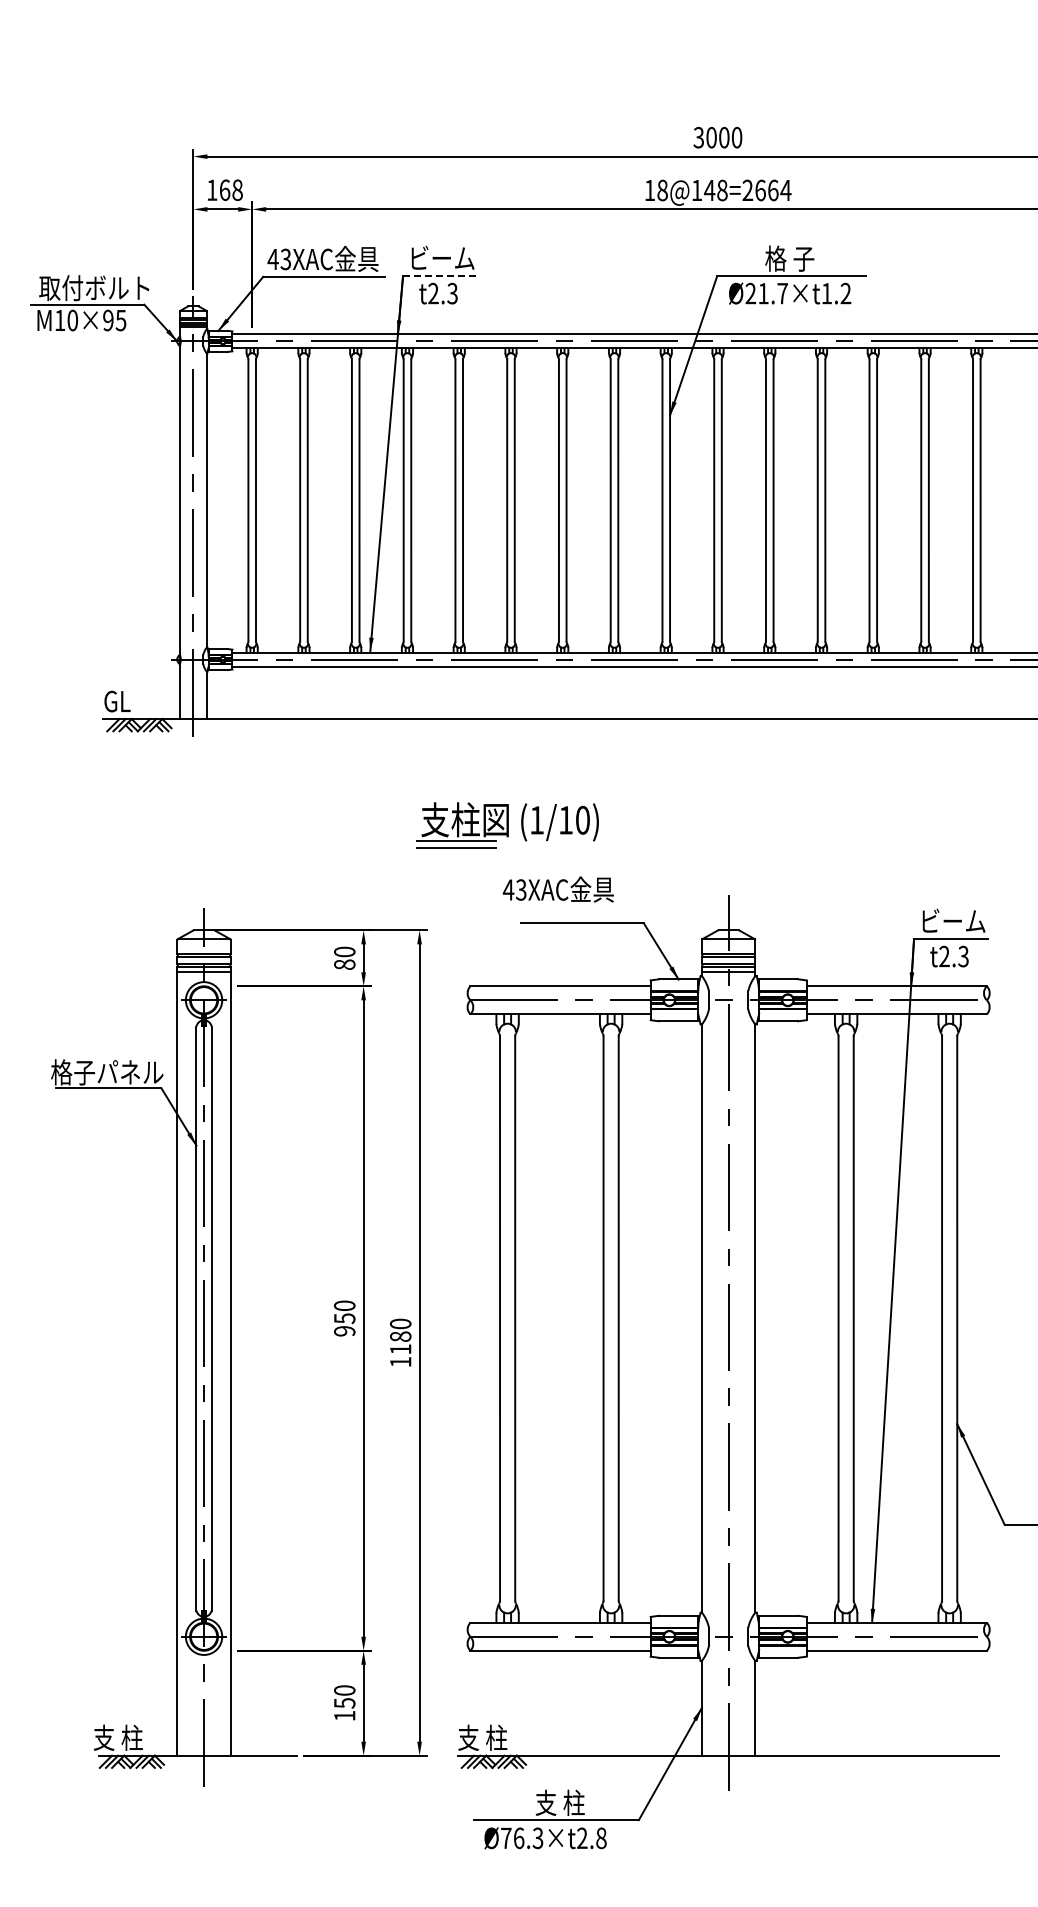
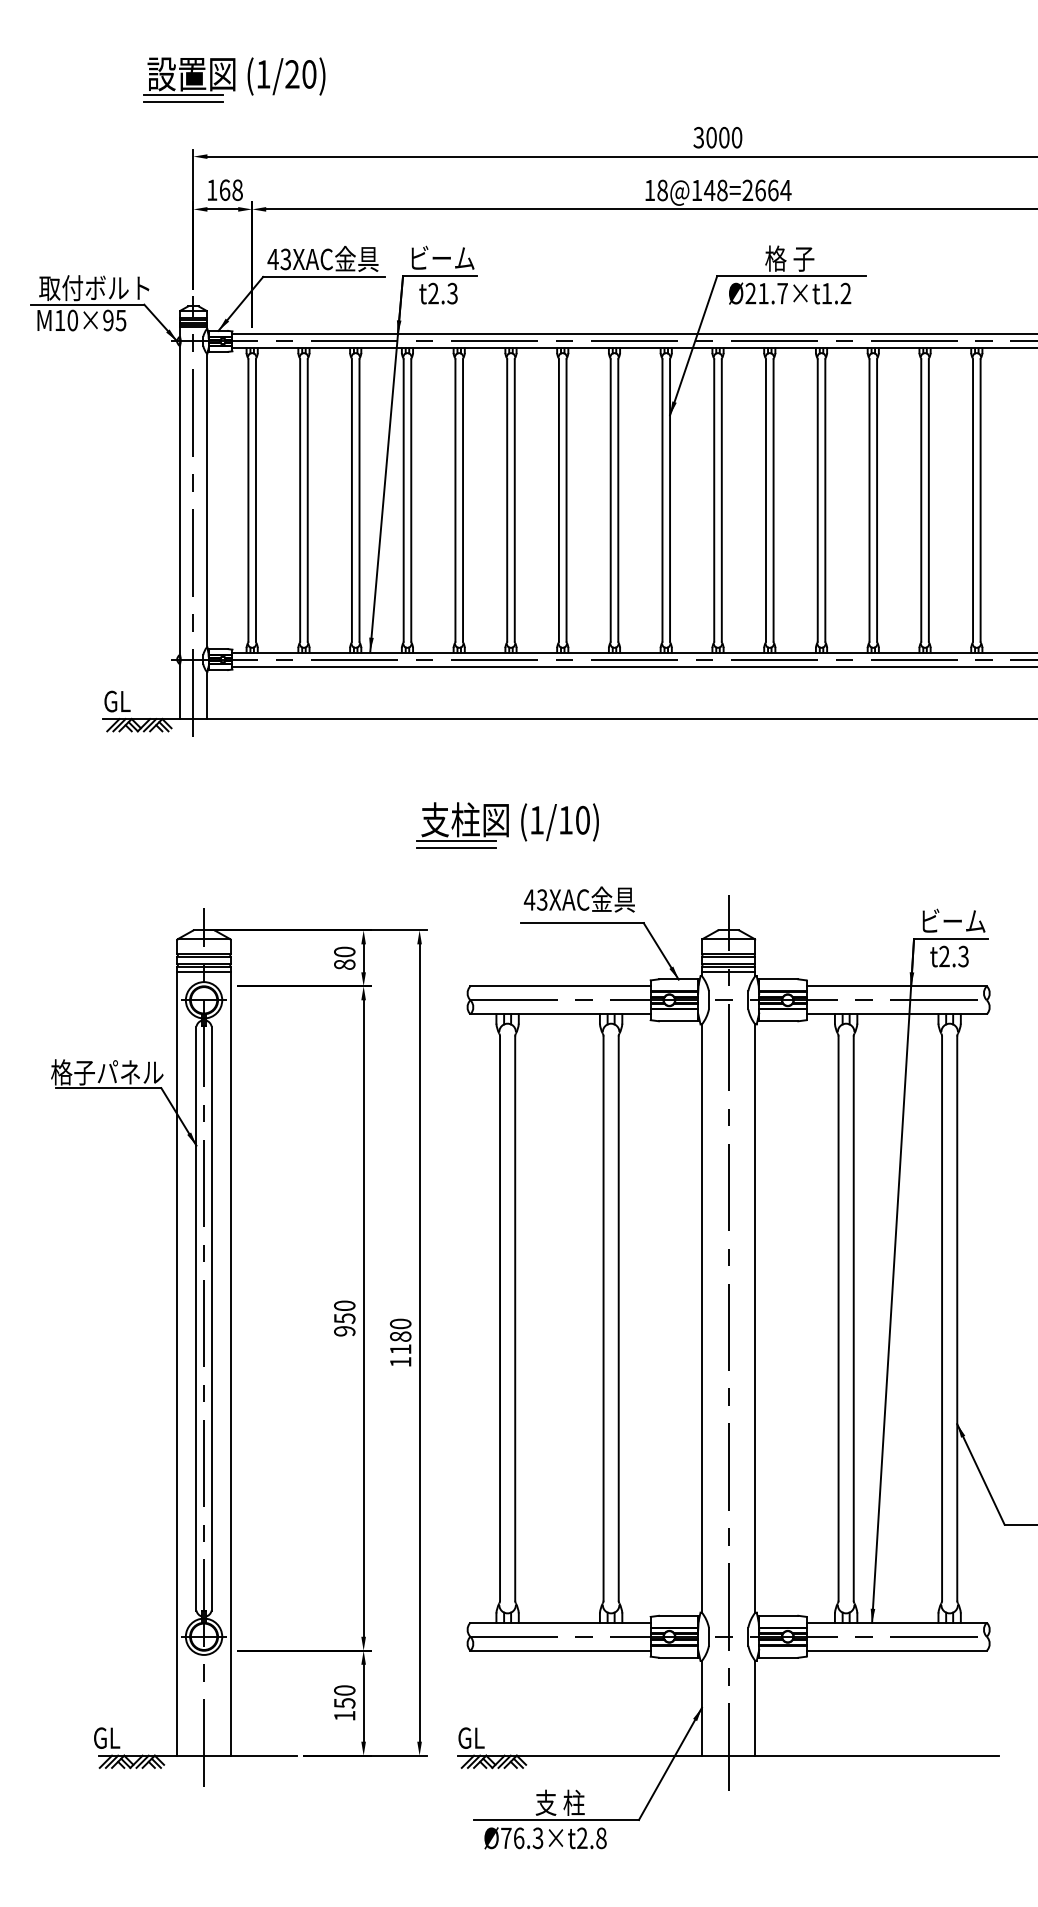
part at (234, 79): none -> present
line at (440, 276): dashed -> solid
text at (557, 889) position: (557, 889) -> (578, 899)
text at (117, 1737): 支 柱 -> GL
text at (482, 1737): 支 柱 -> GL
